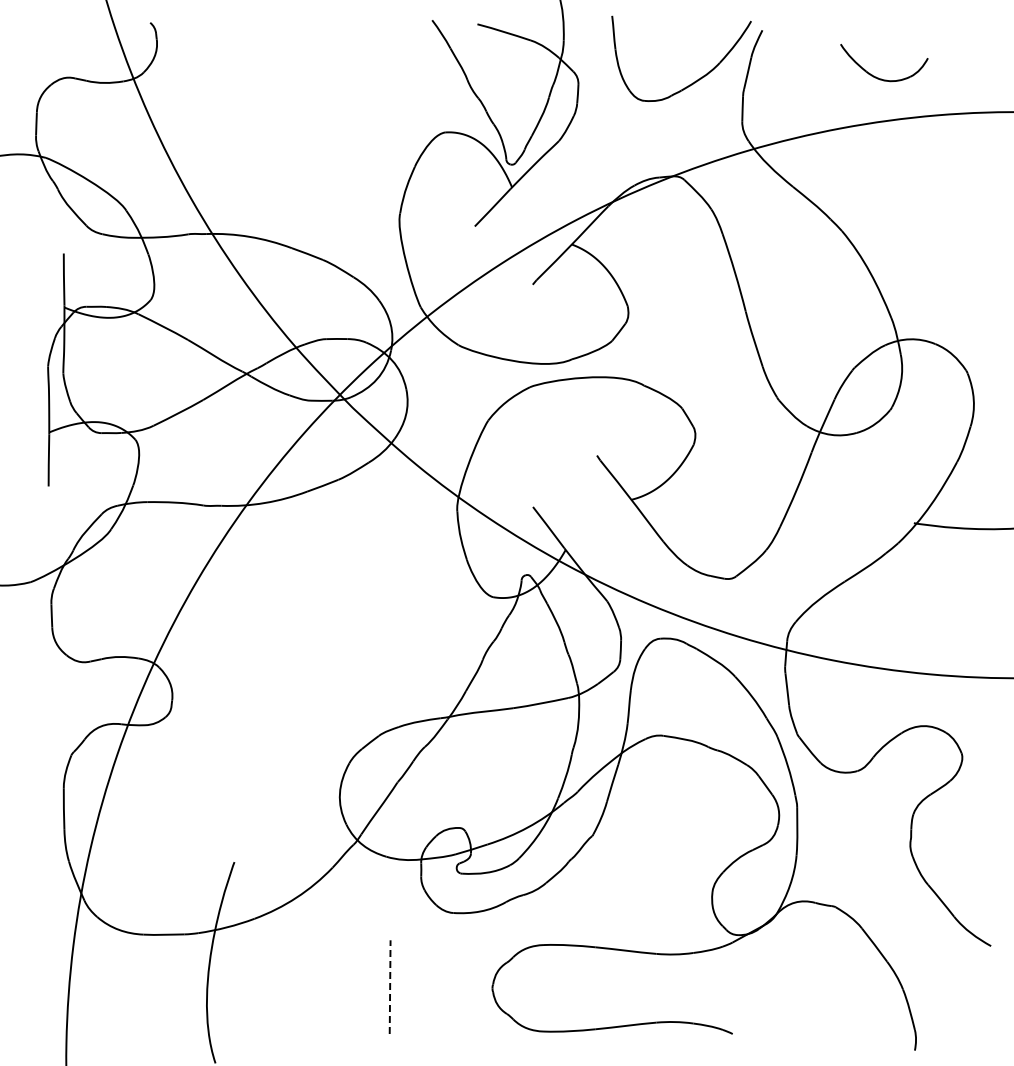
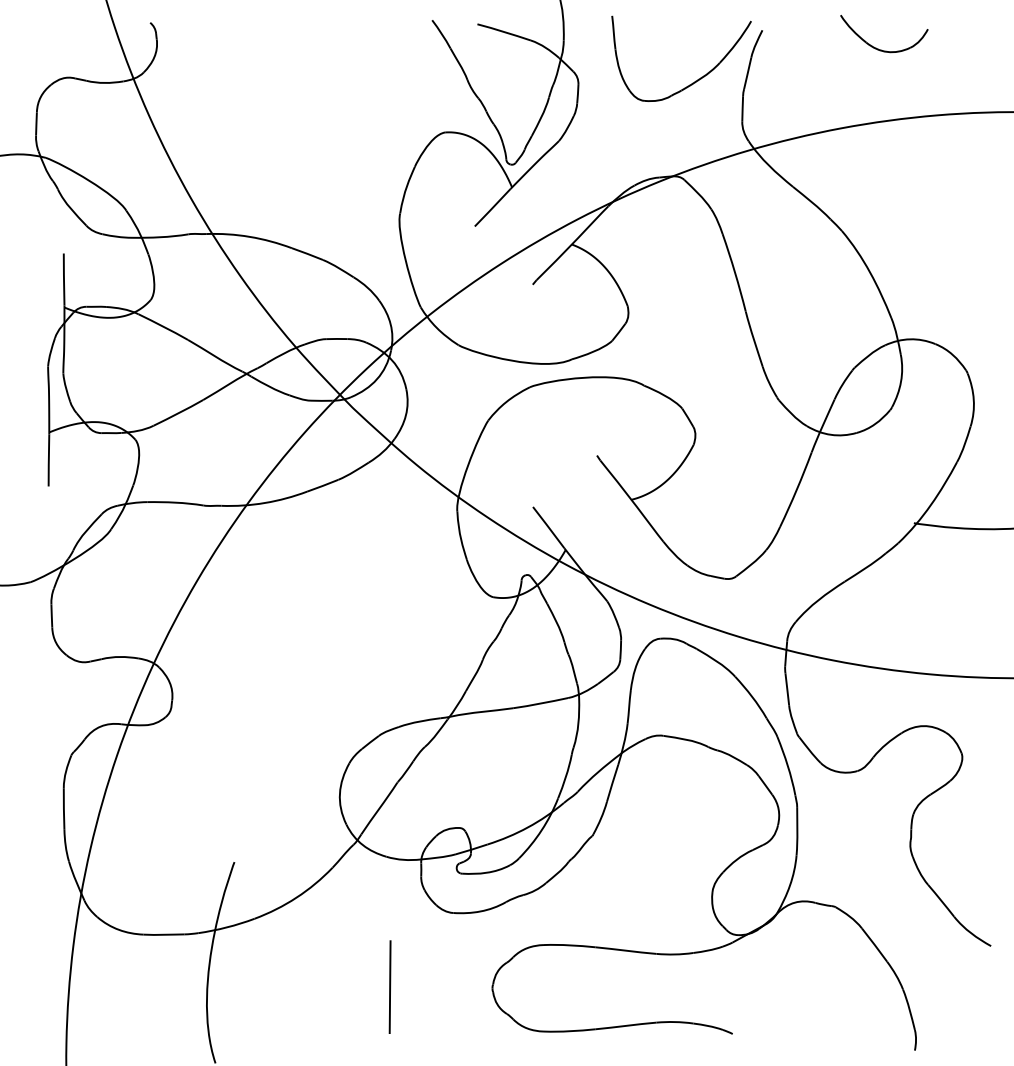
part at (878, 77) position: (878, 77) -> (878, 48)
line at (390, 987): dashed -> solid
